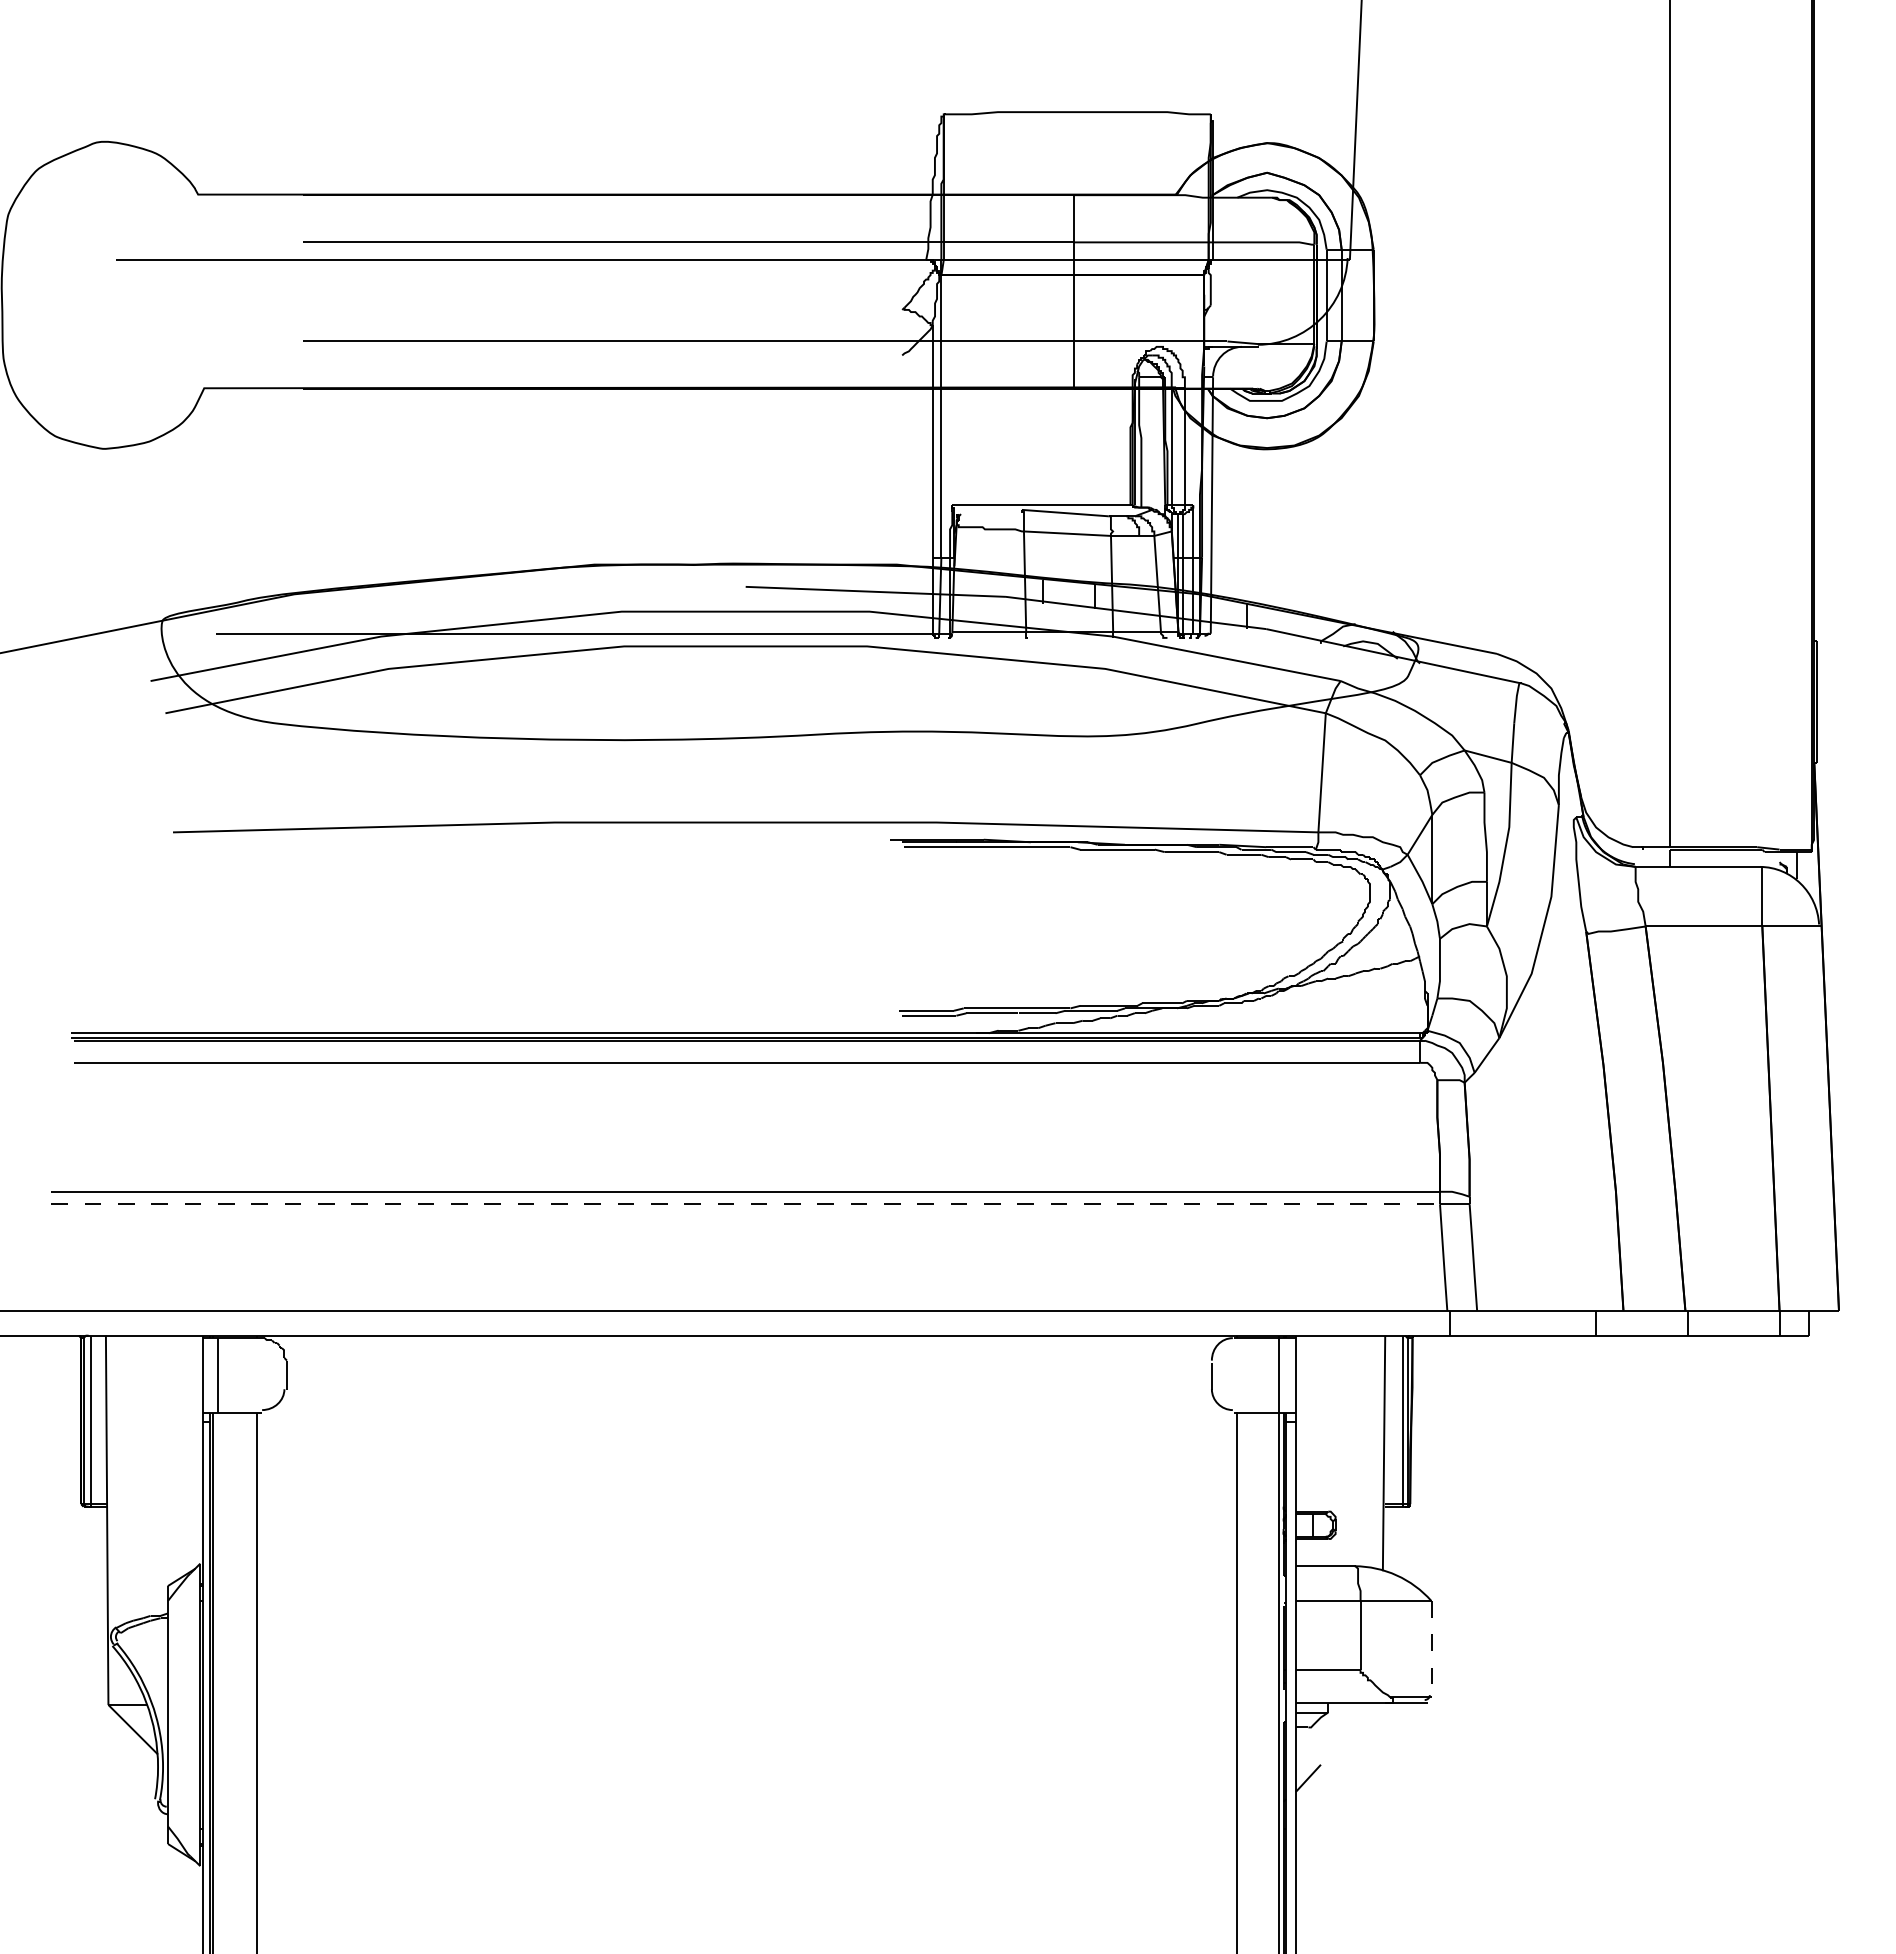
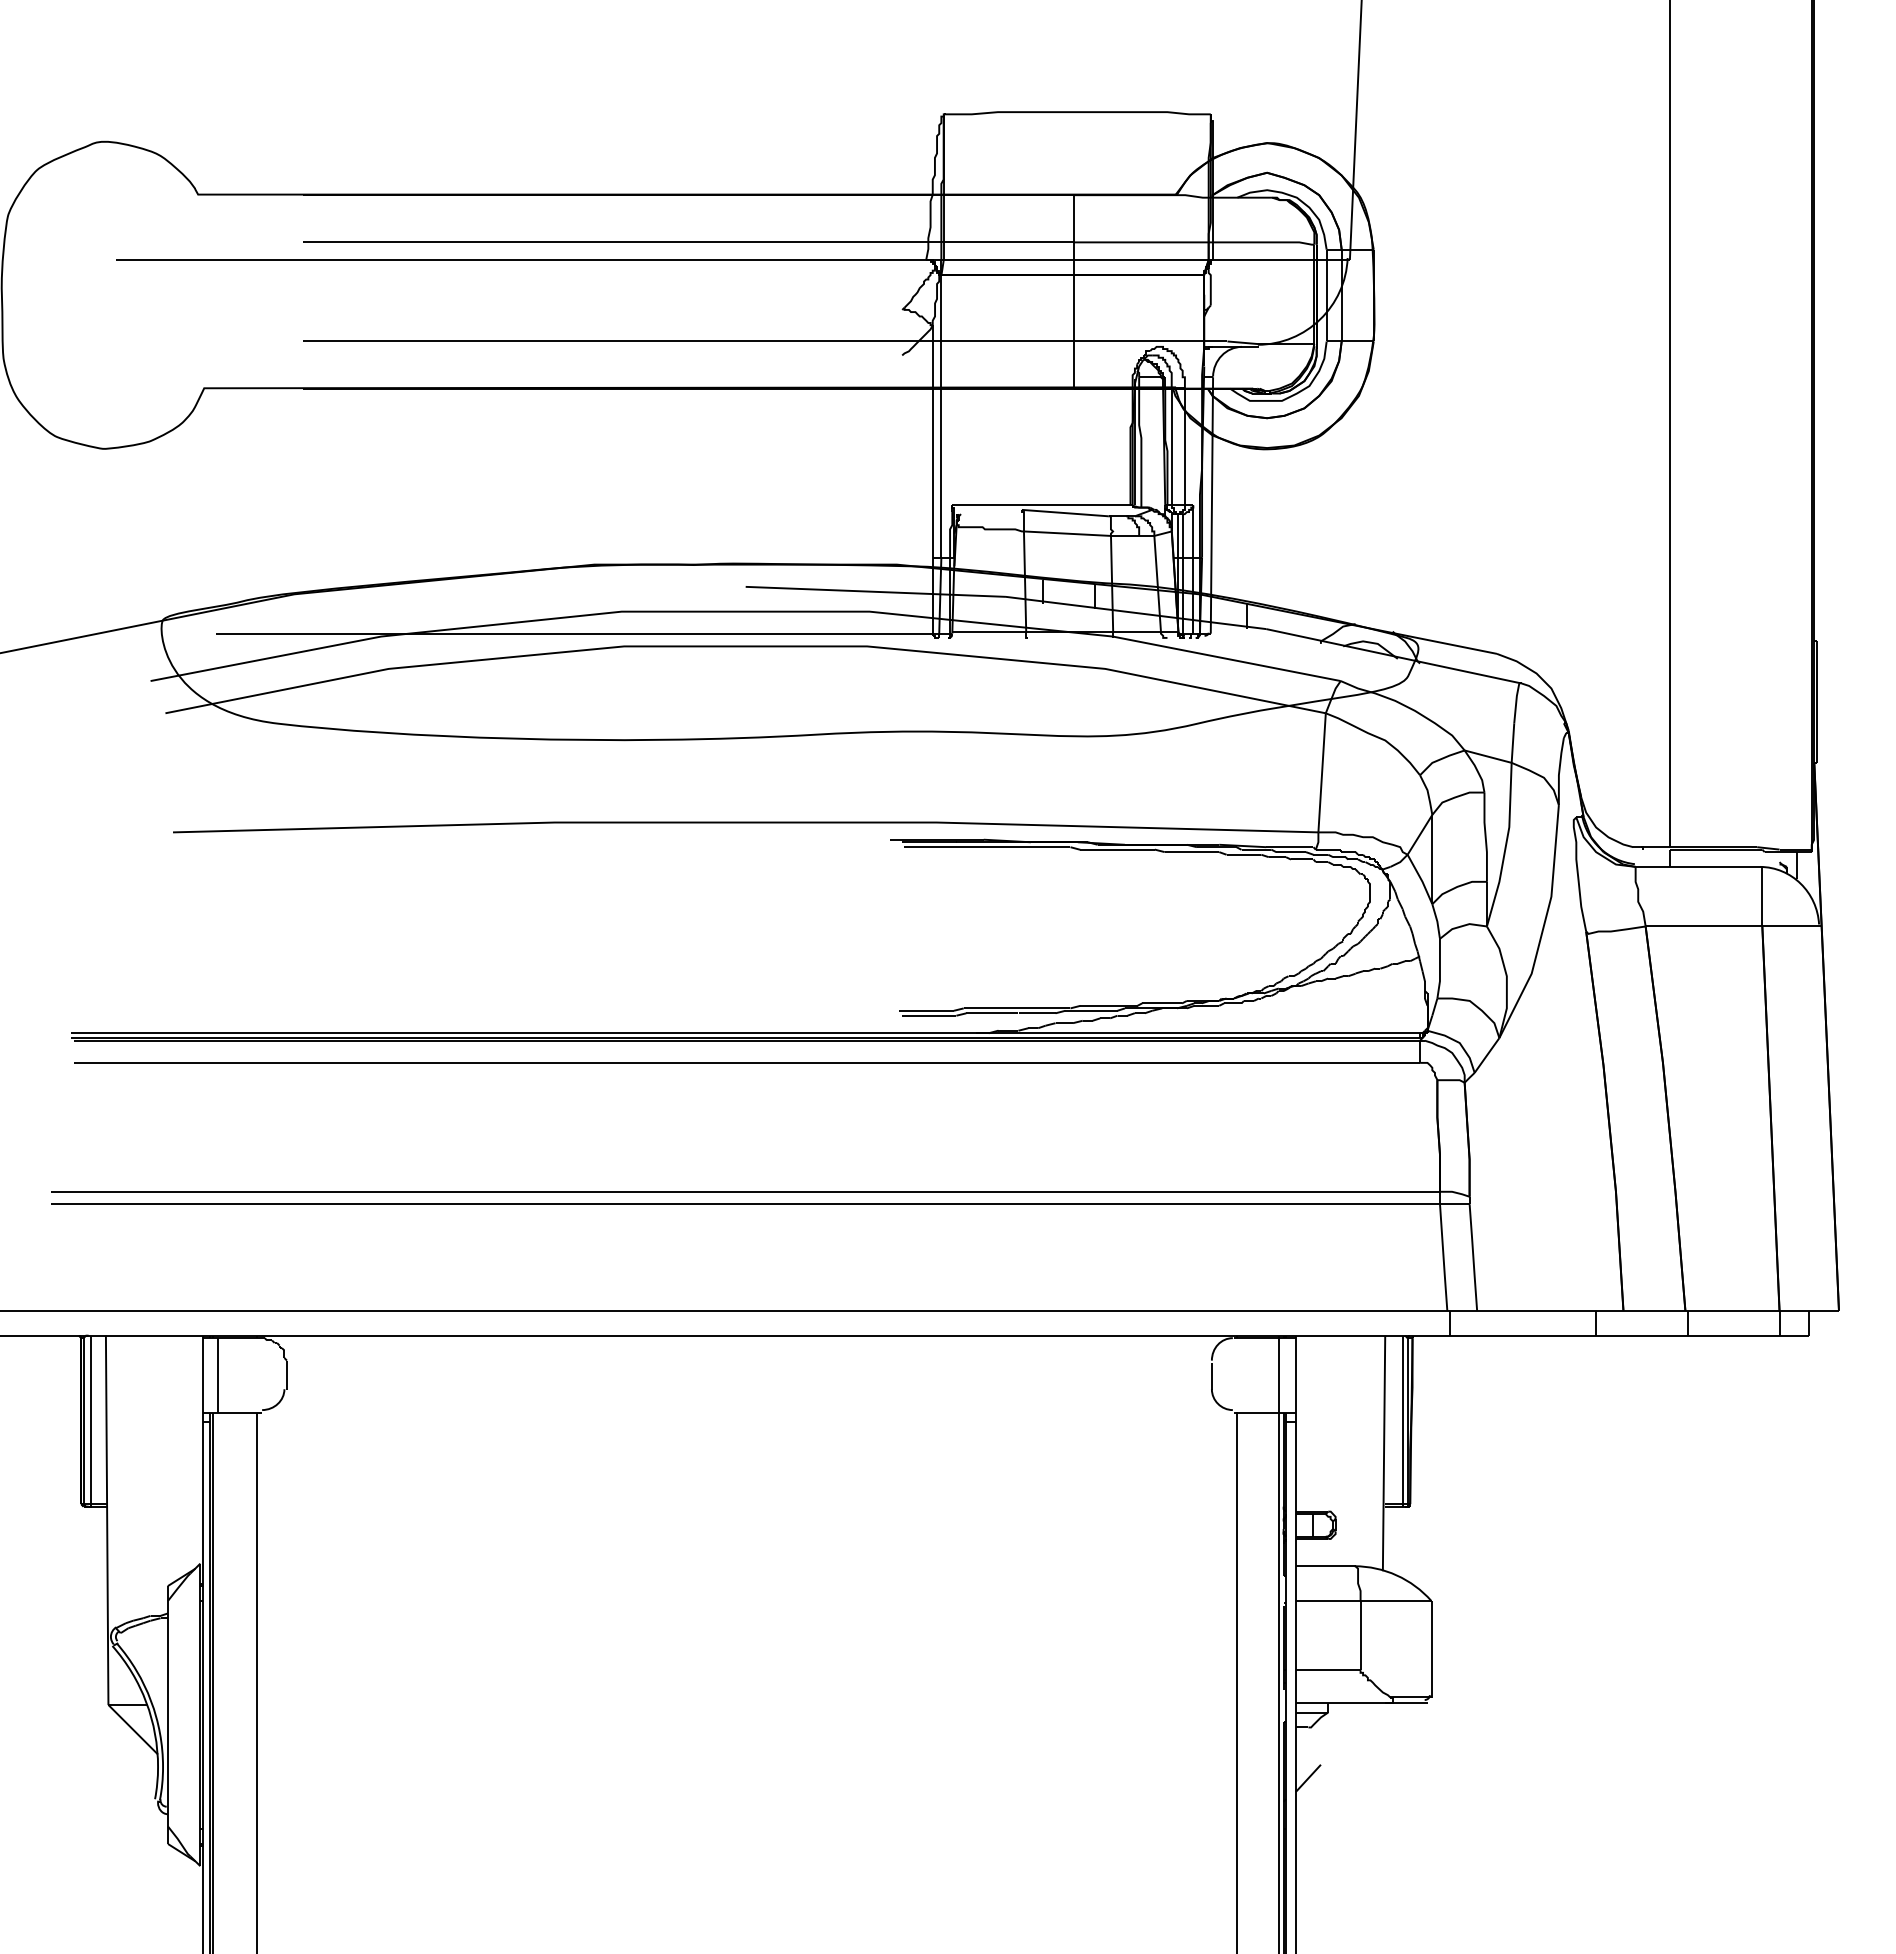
line at (746, 1204): dashed -> solid
line at (1432, 1649): dashed -> solid
